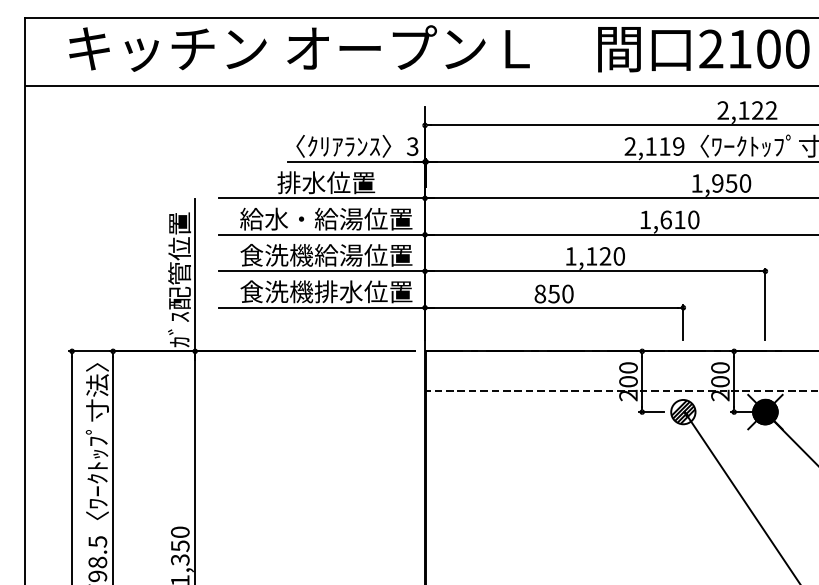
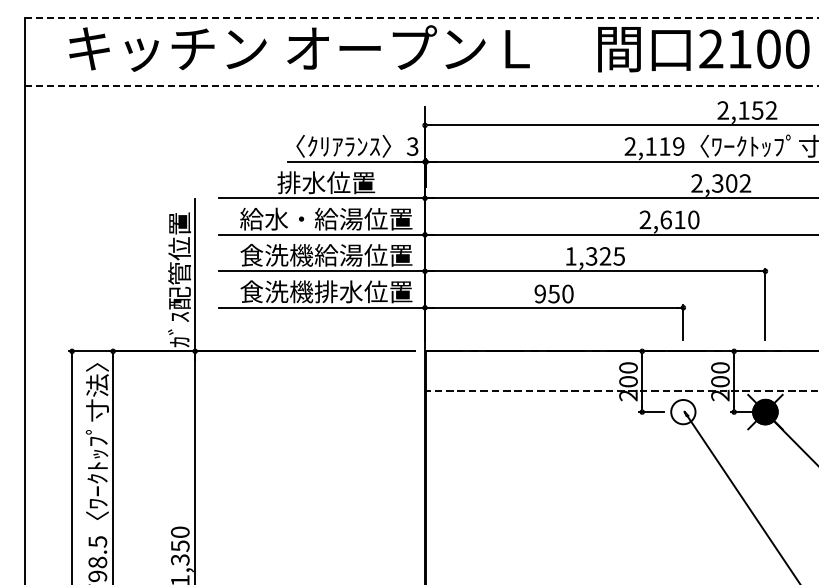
line at (421, 17): solid -> dashed
line at (421, 86): solid -> dashed
text at (757, 110): 2,122 -> 2,152
text at (721, 183): 1,950 -> 2,302
text at (645, 219): 1,610 -> 2,610
text at (604, 256): 1,120 -> 1,325
text at (540, 293): 850 -> 950
hatch at (683, 411): present -> none
